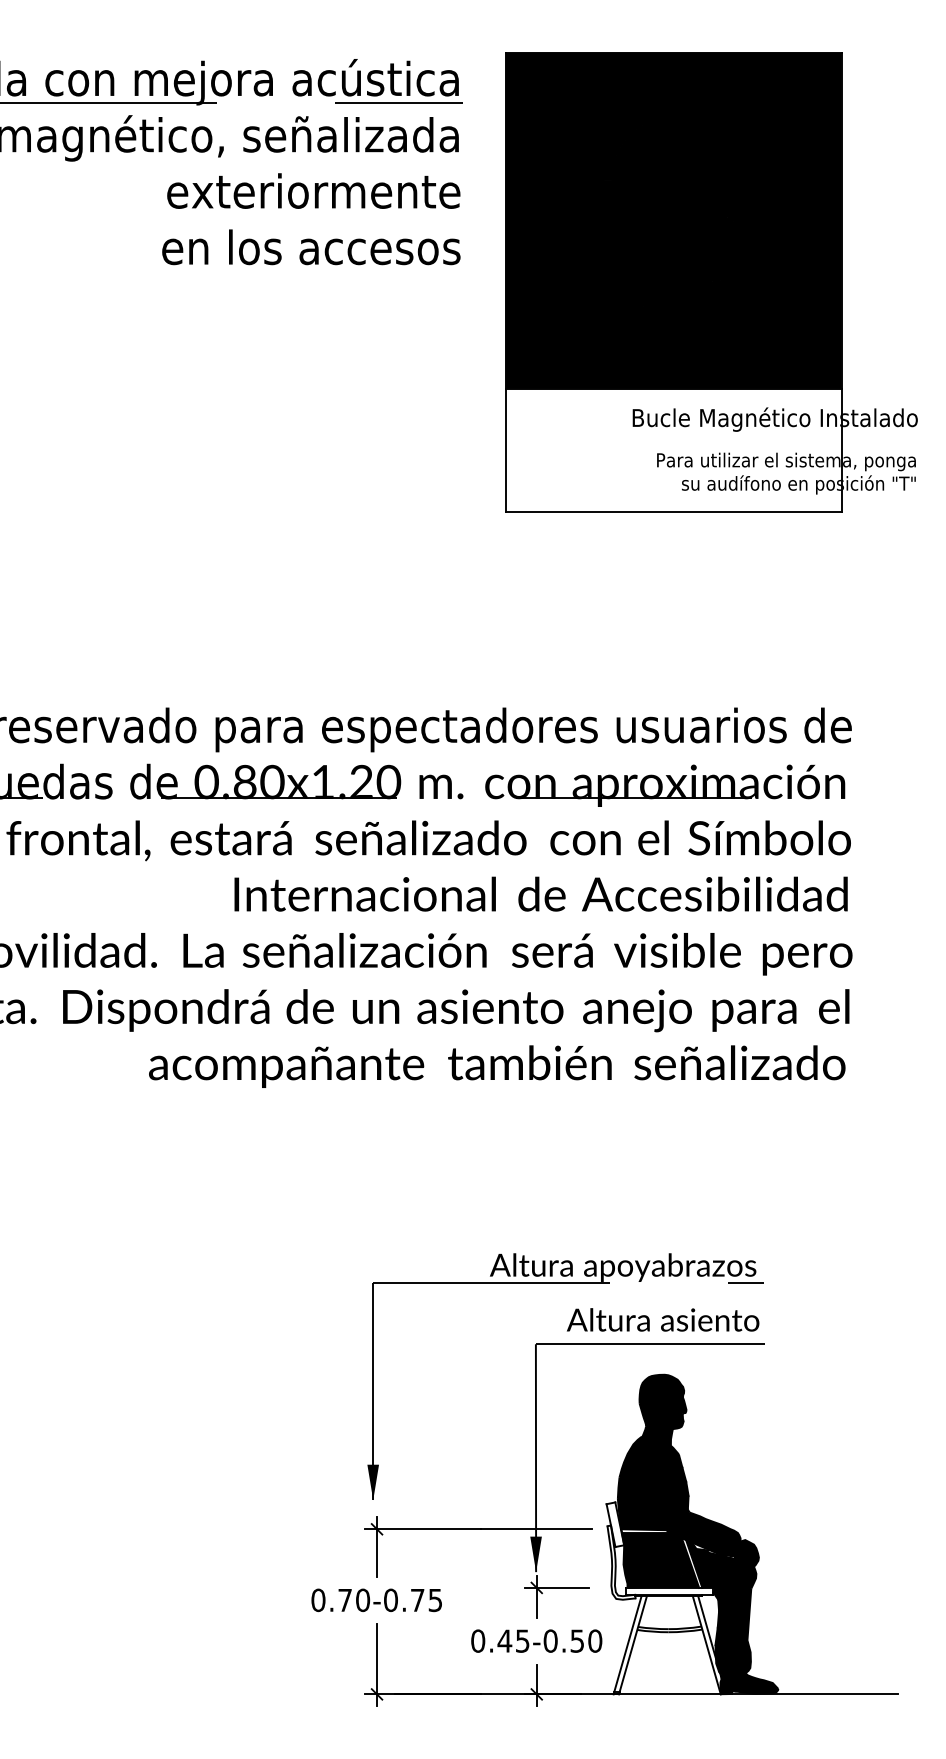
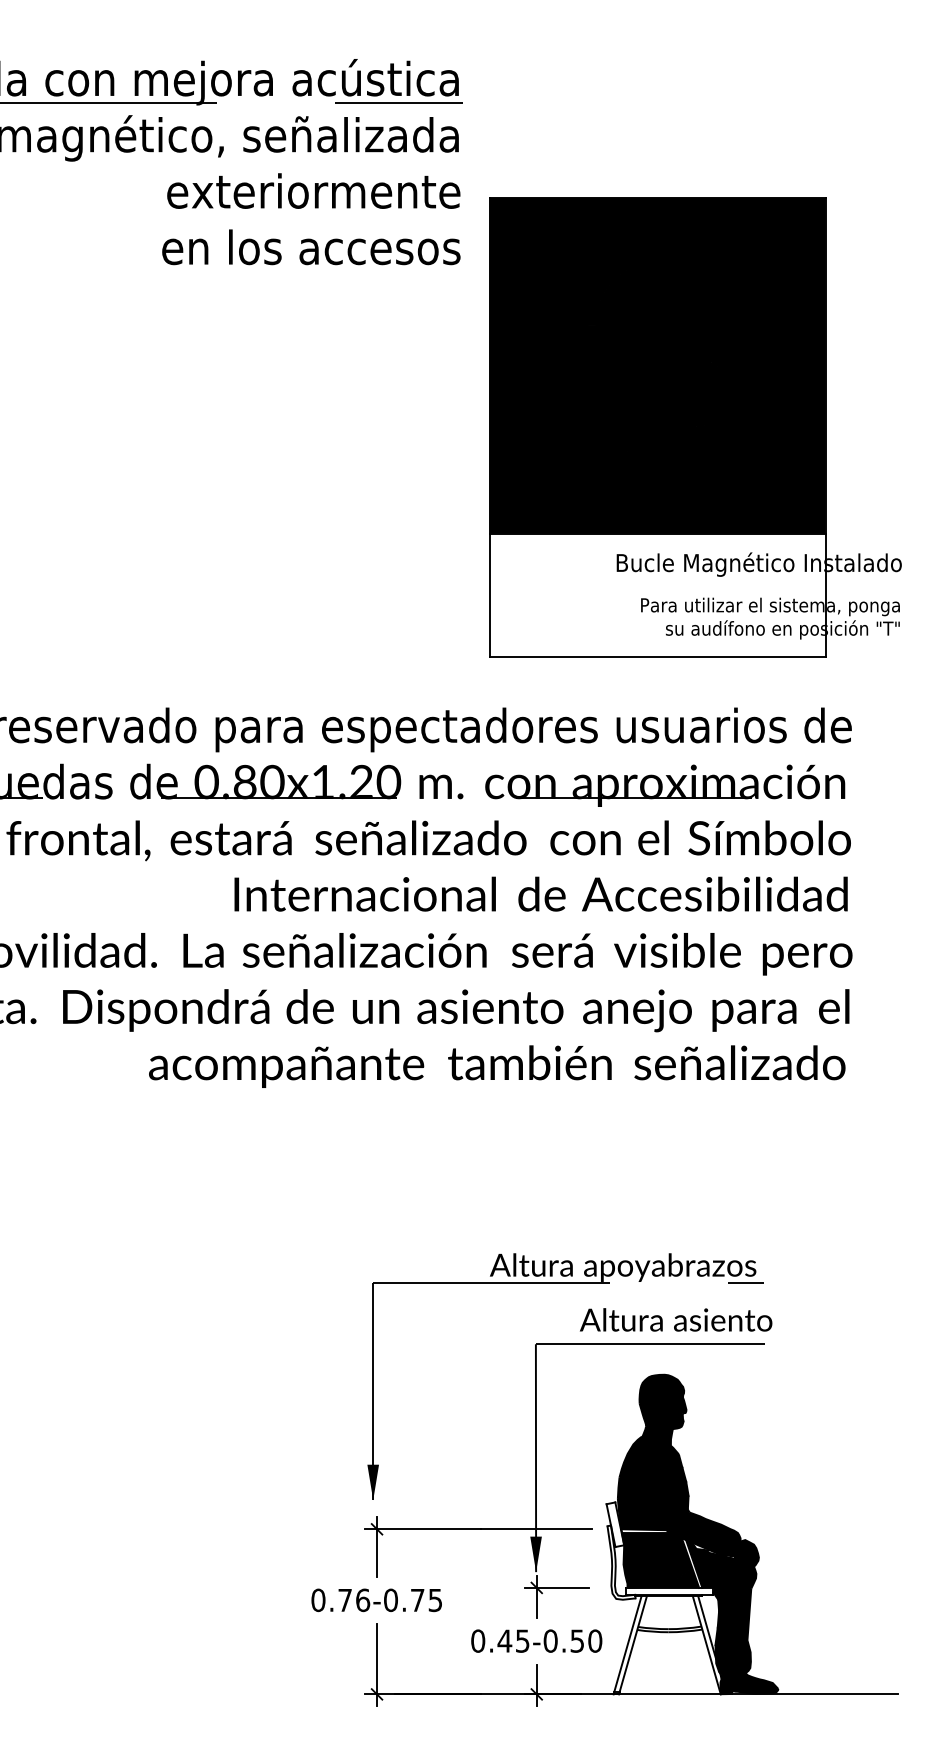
part at (711, 282) position: (711, 282) -> (695, 427)
text at (663, 1319) position: (663, 1319) -> (676, 1319)
text at (363, 1599): 0.70-0.75 -> 0.76-0.75
